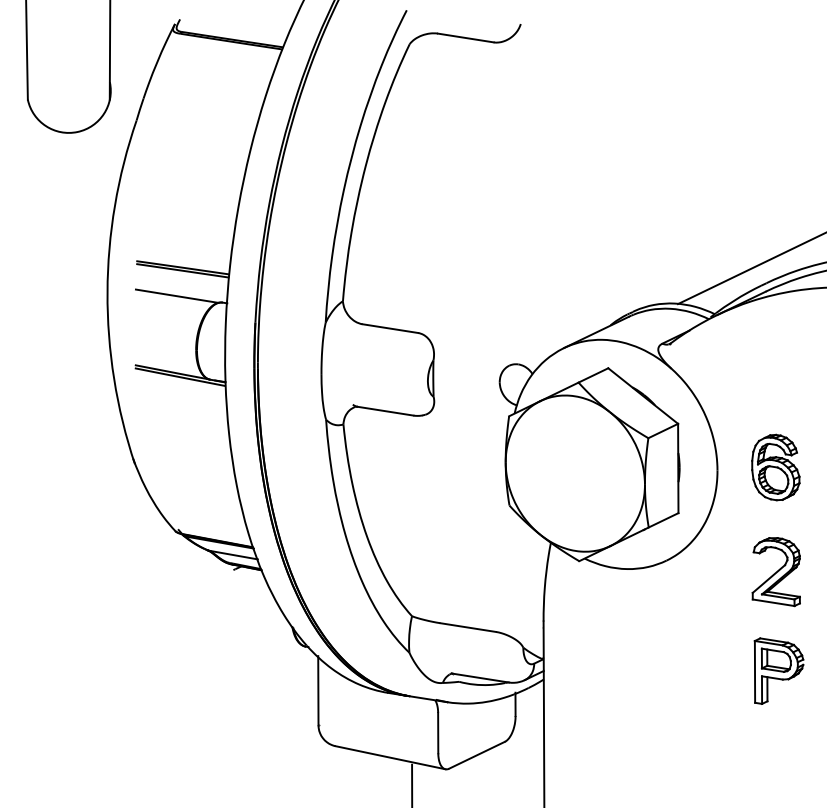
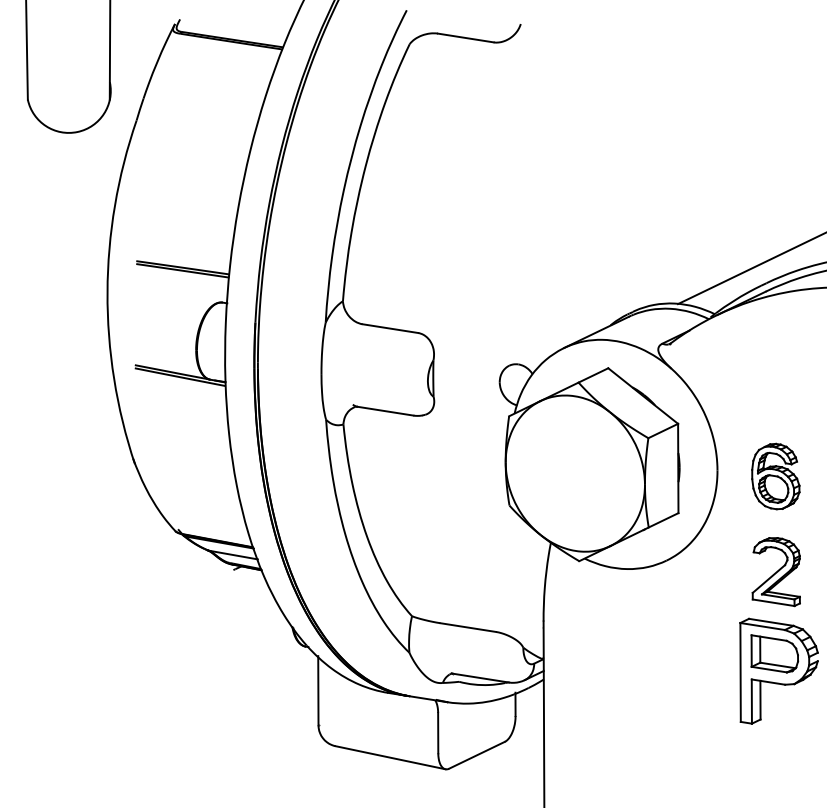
line at (176, 295): present -> none
part at (775, 467) position: (775, 467) -> (775, 476)
part at (778, 670) size: 52x68 px -> 80x108 px
line at (412, 783): present -> none
